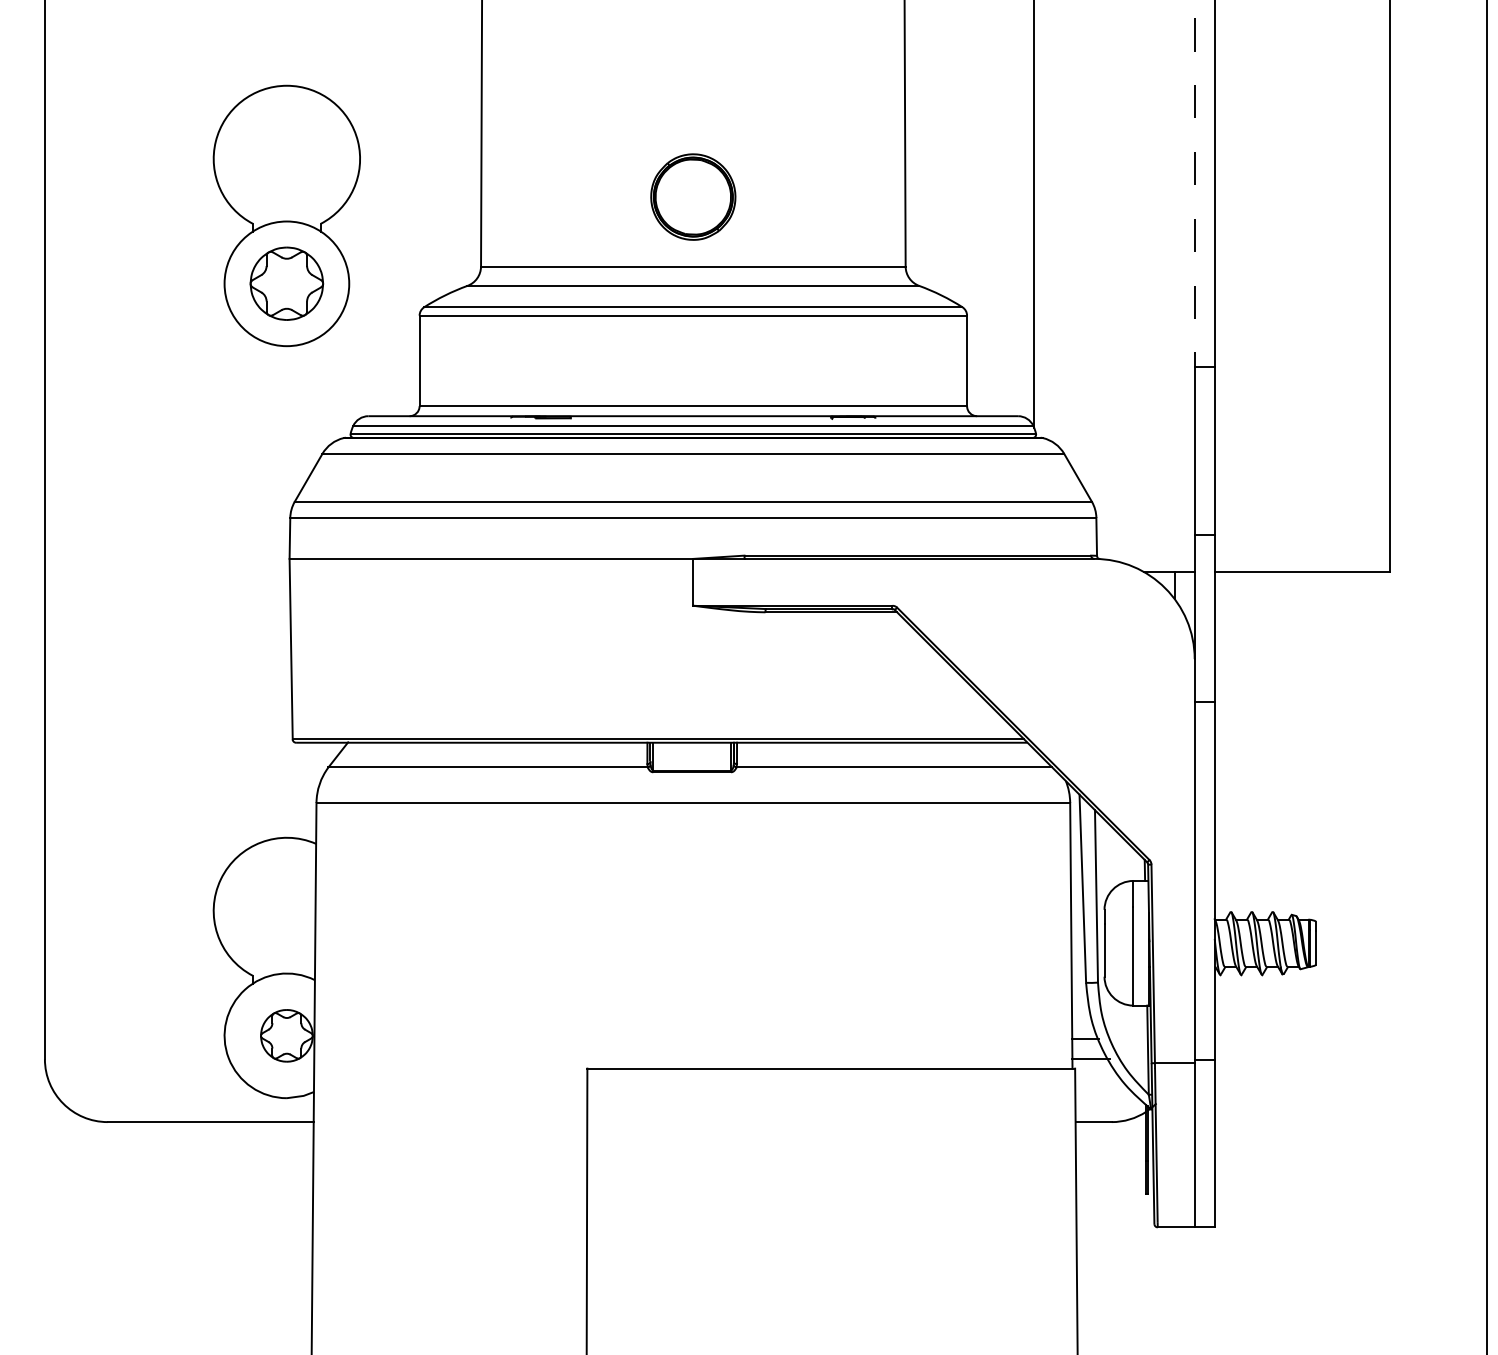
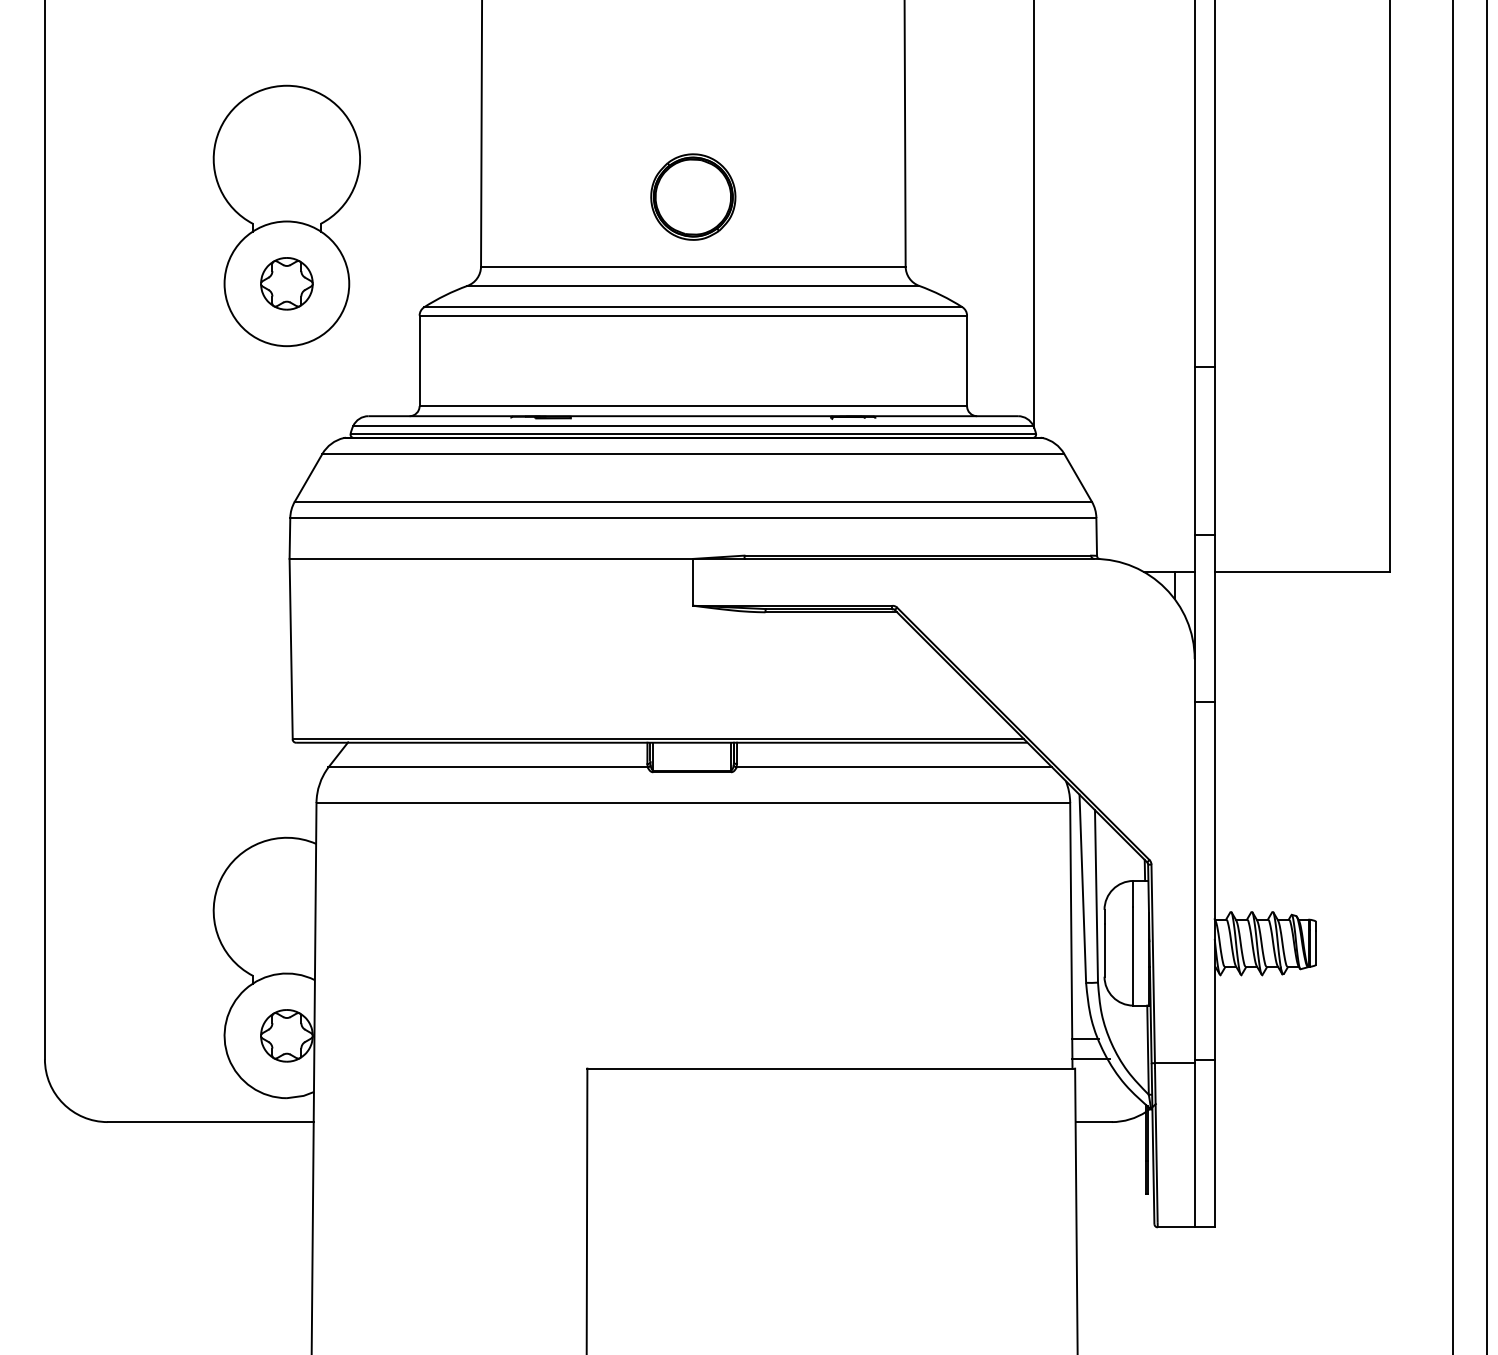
line at (1194, 184): dashed -> solid
part at (286, 283) size: 76x75 px -> 54x54 px
line at (1453, 676): none -> present
